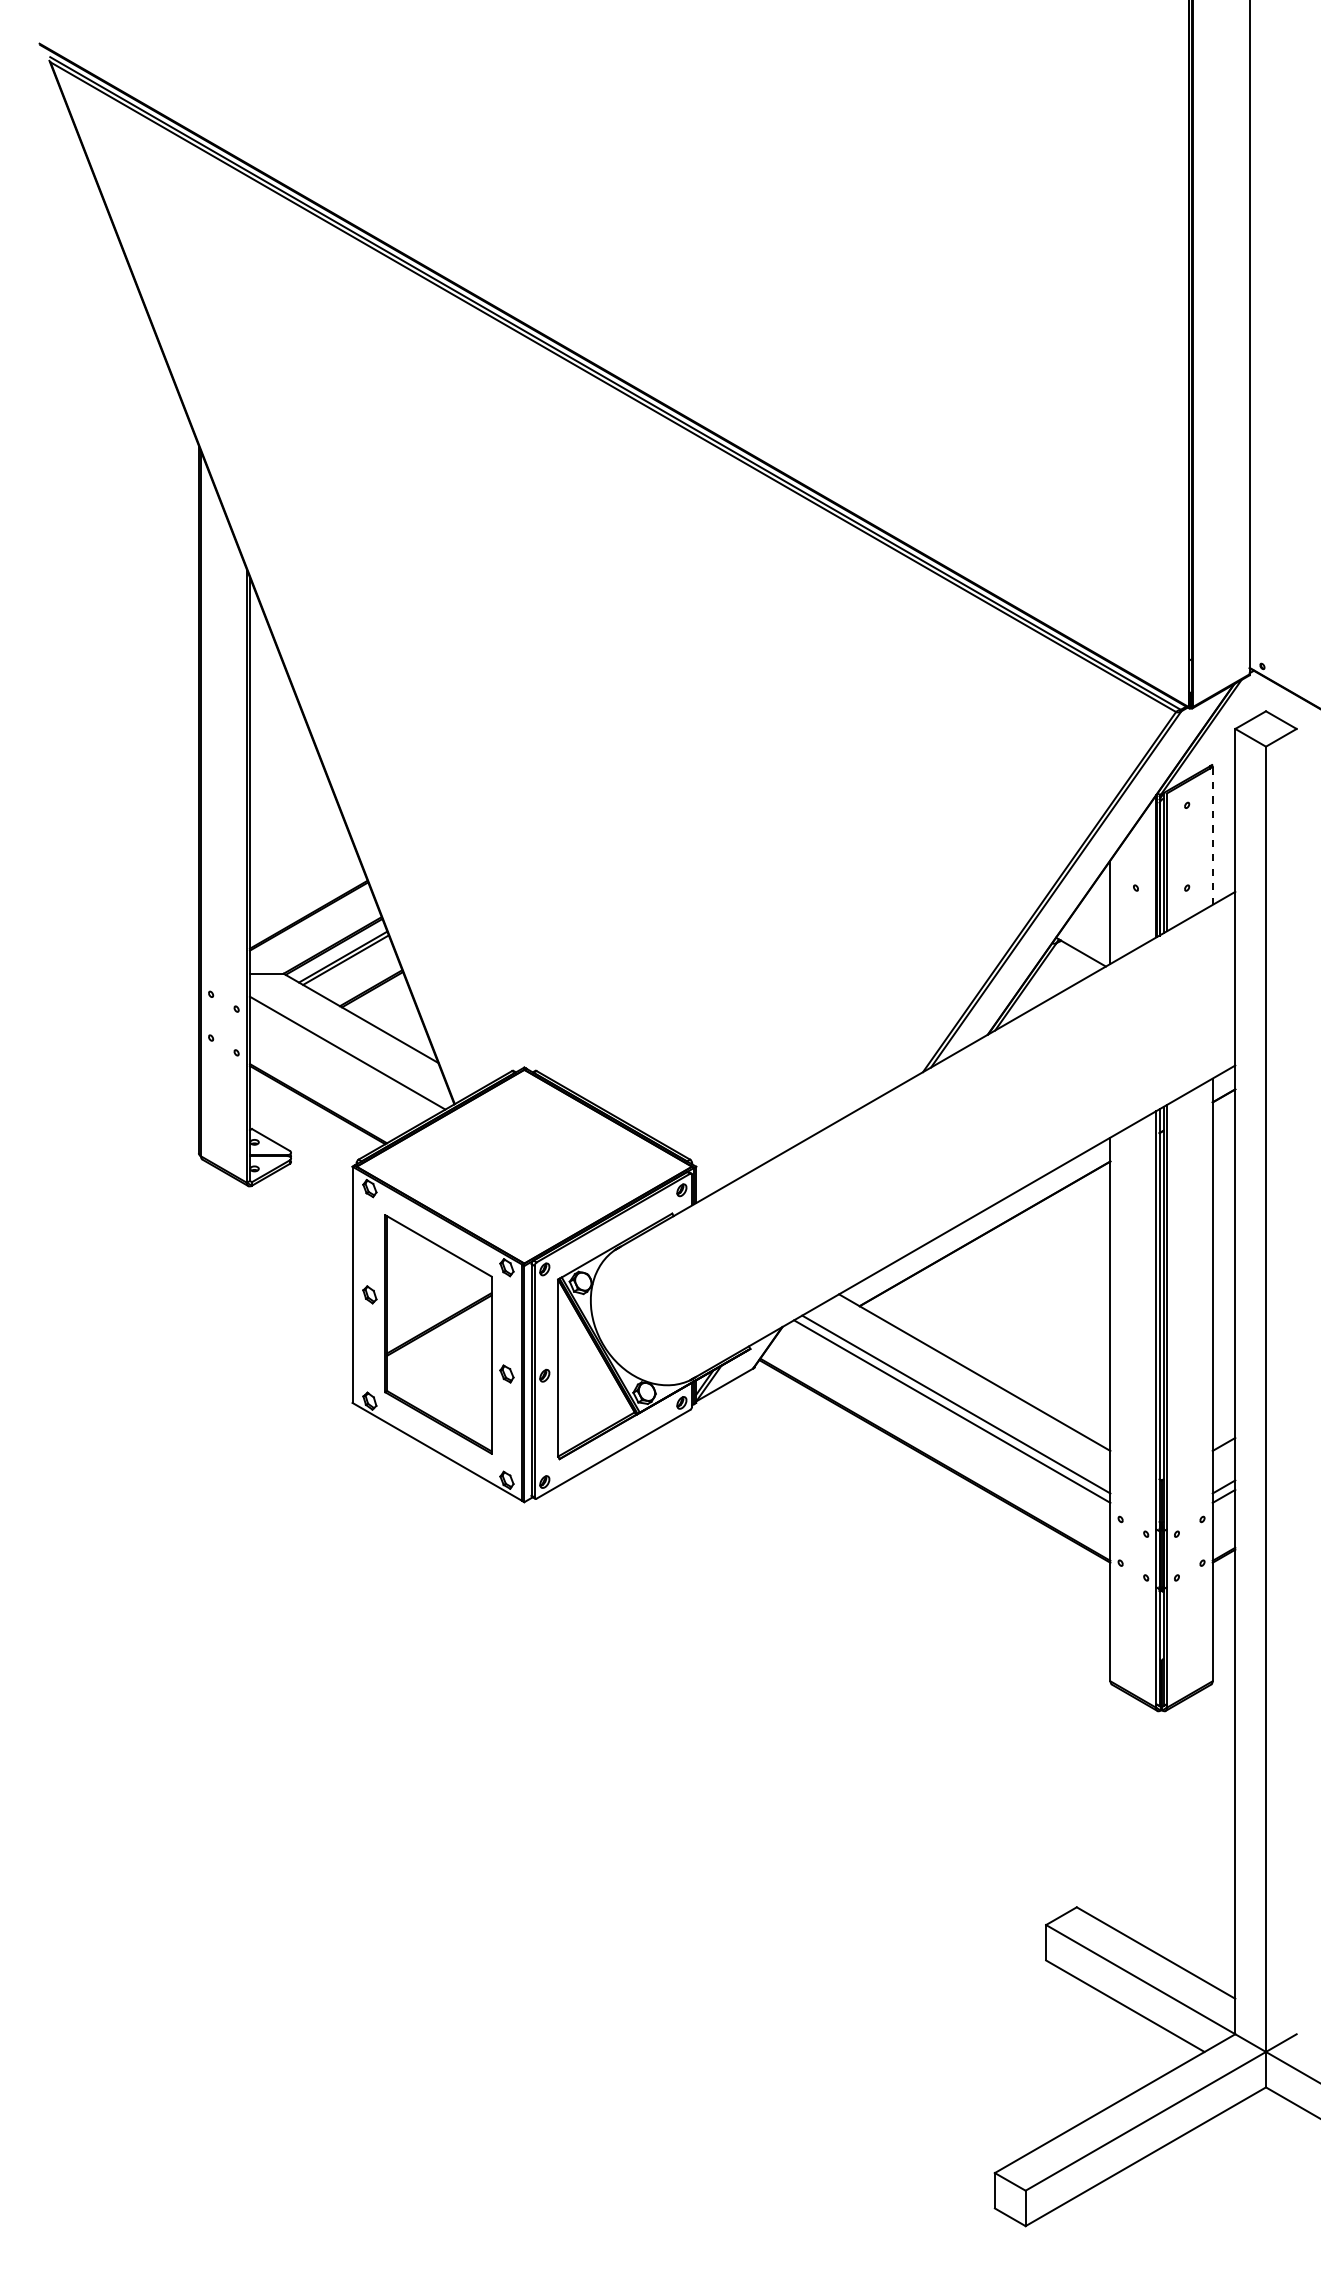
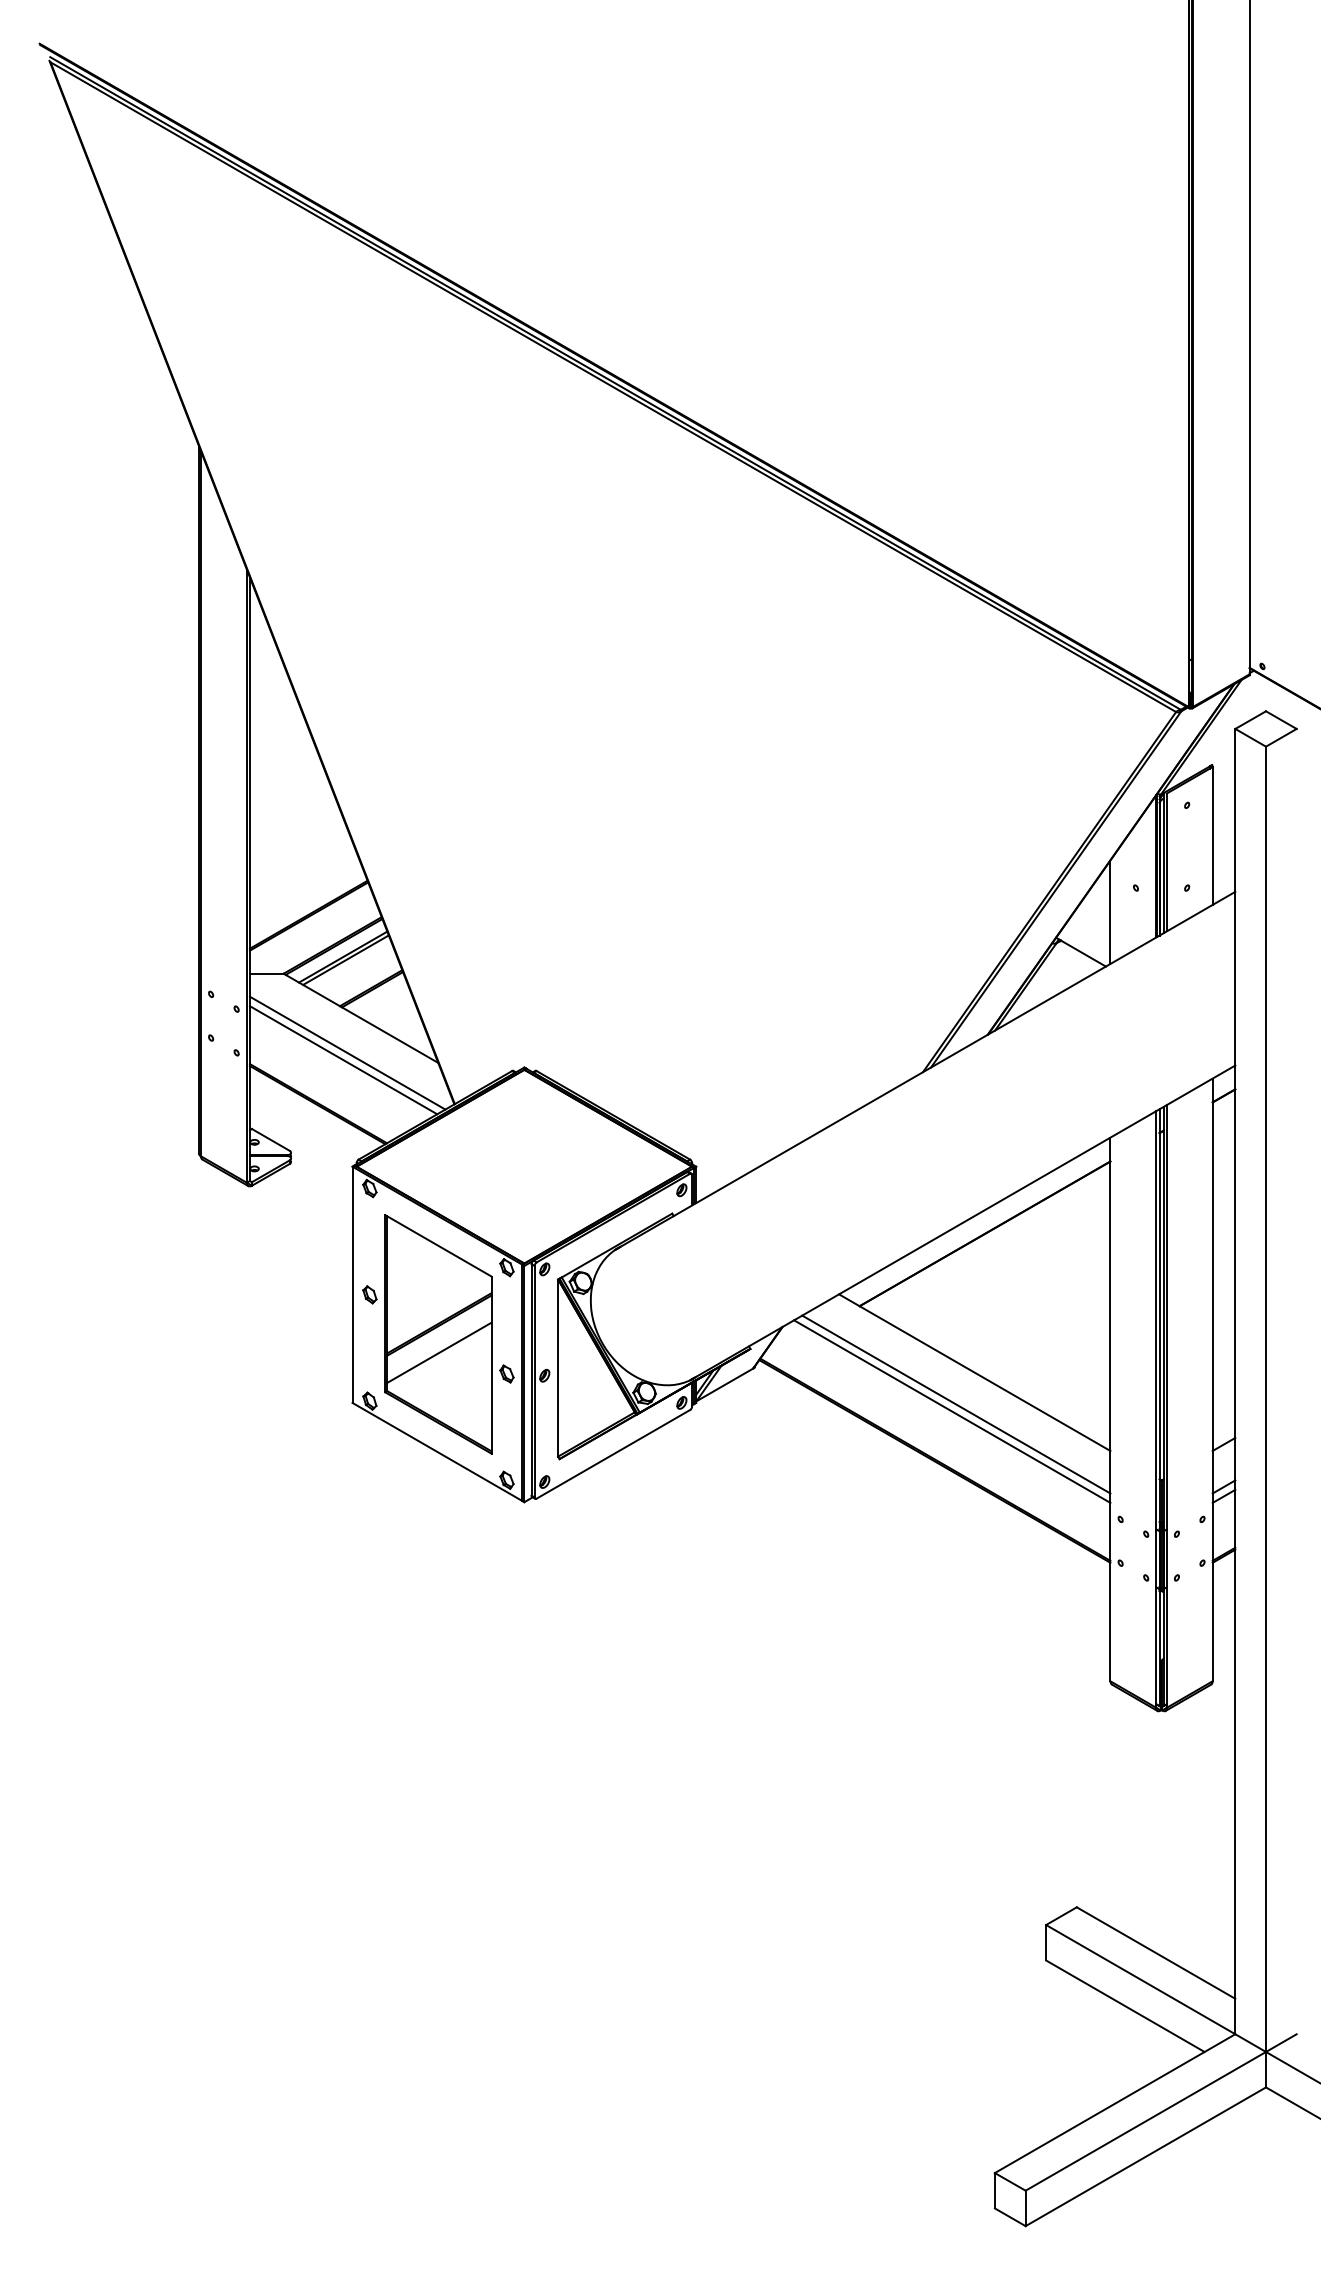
line at (1212, 835): dashed -> solid
line at (343, 1060): none -> present
line at (439, 1352): none -> present
